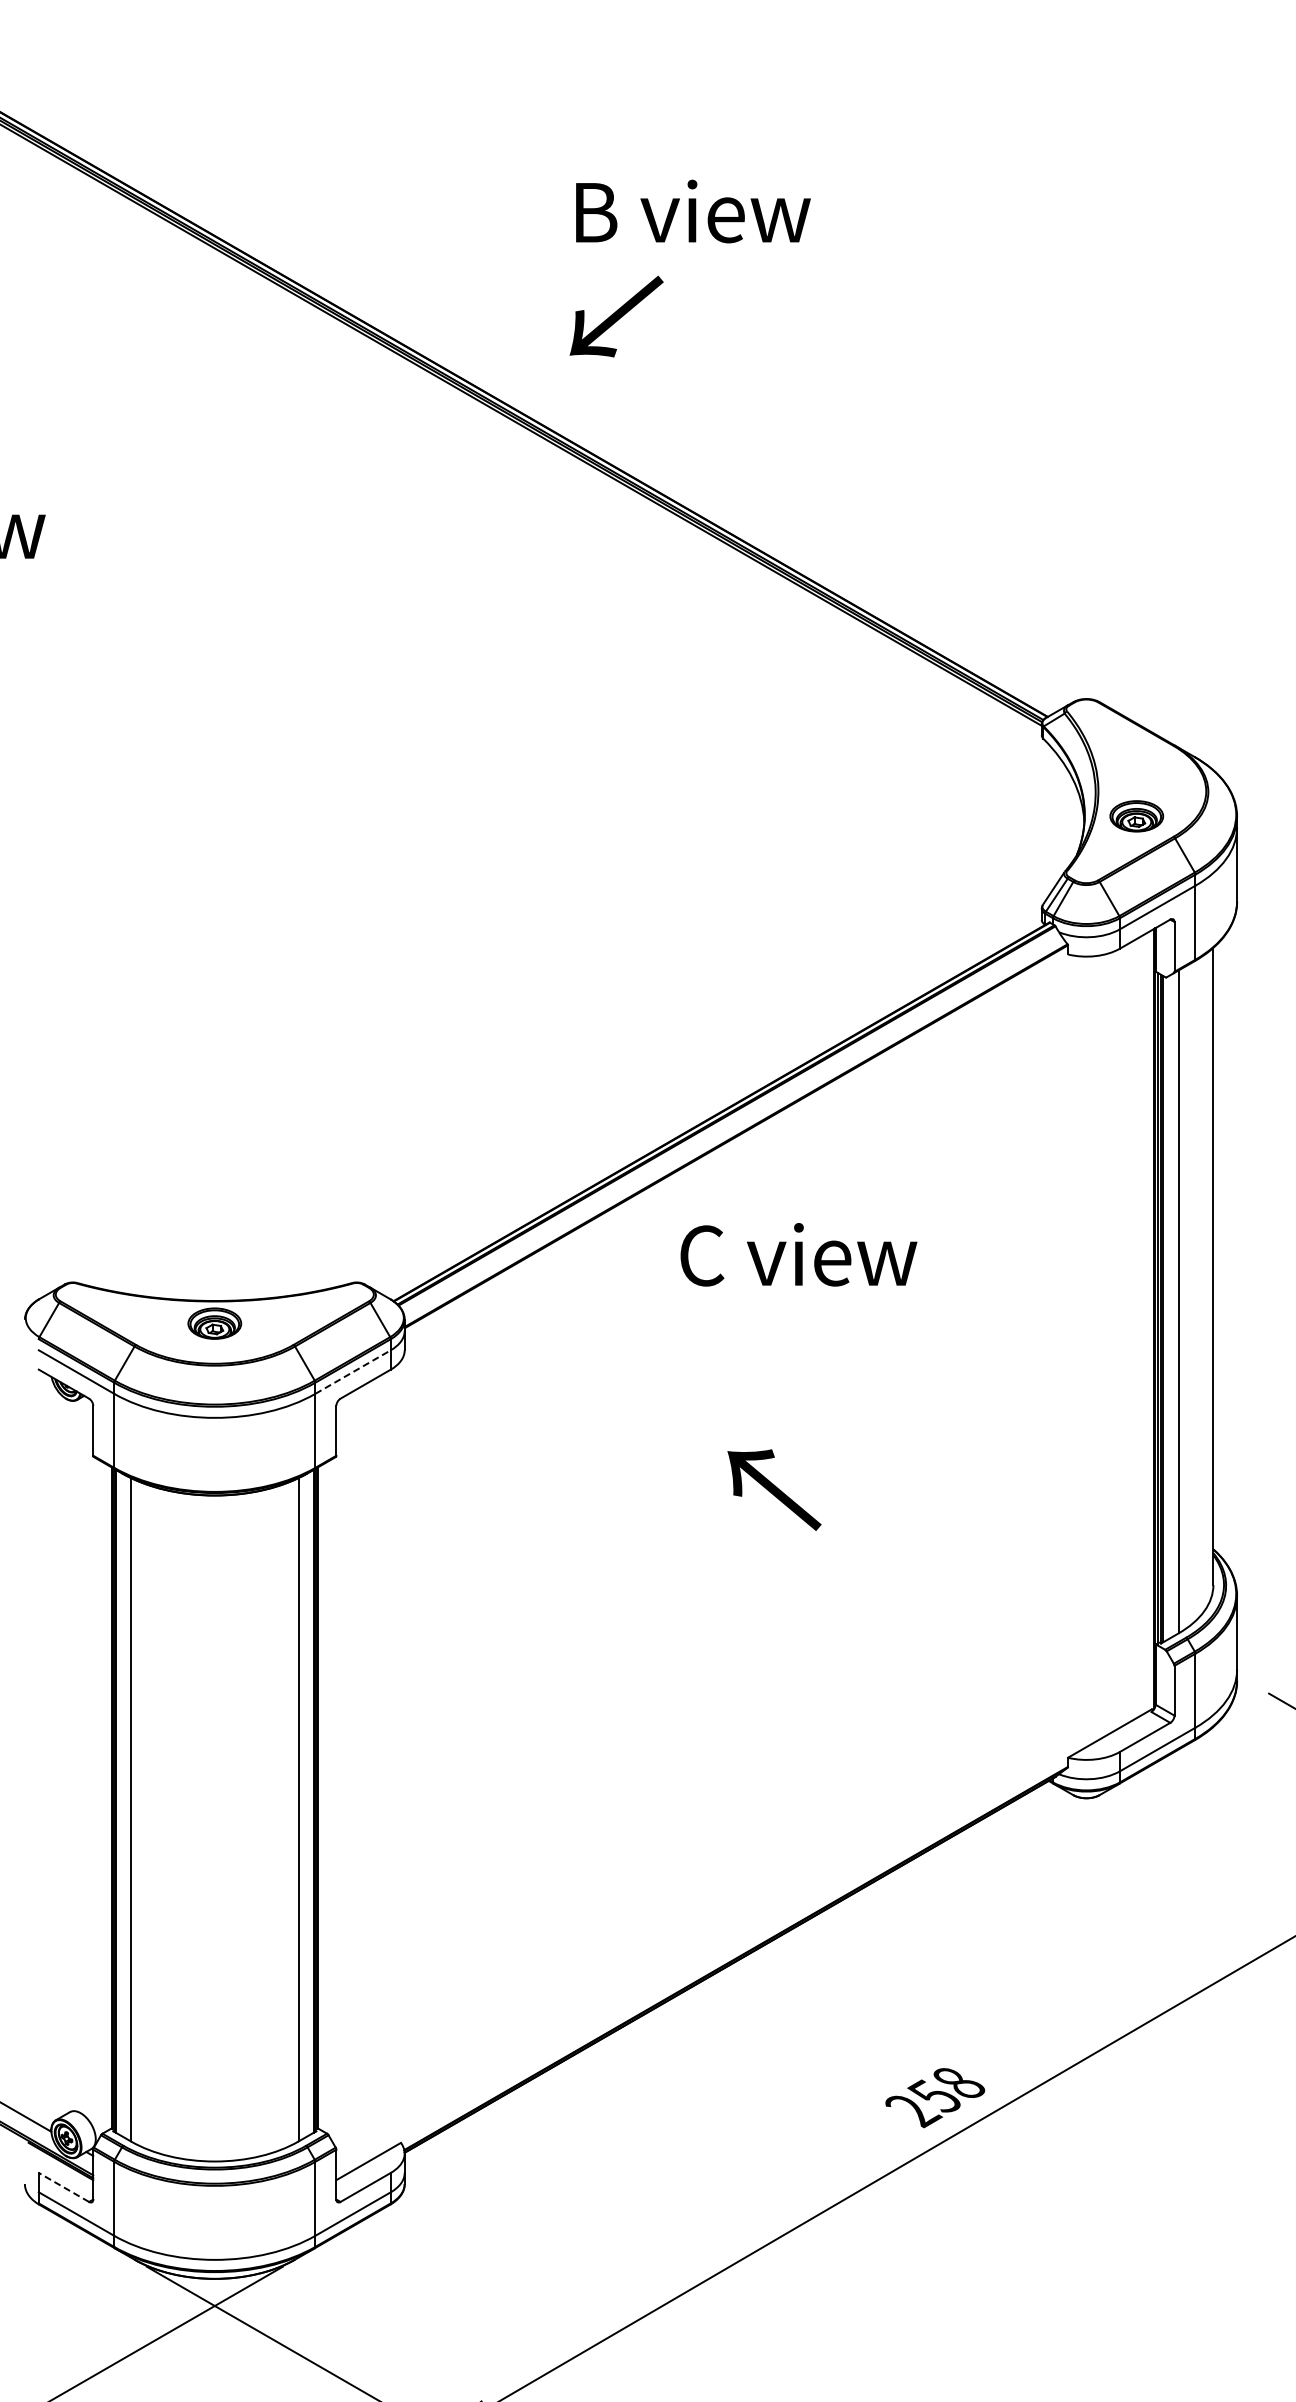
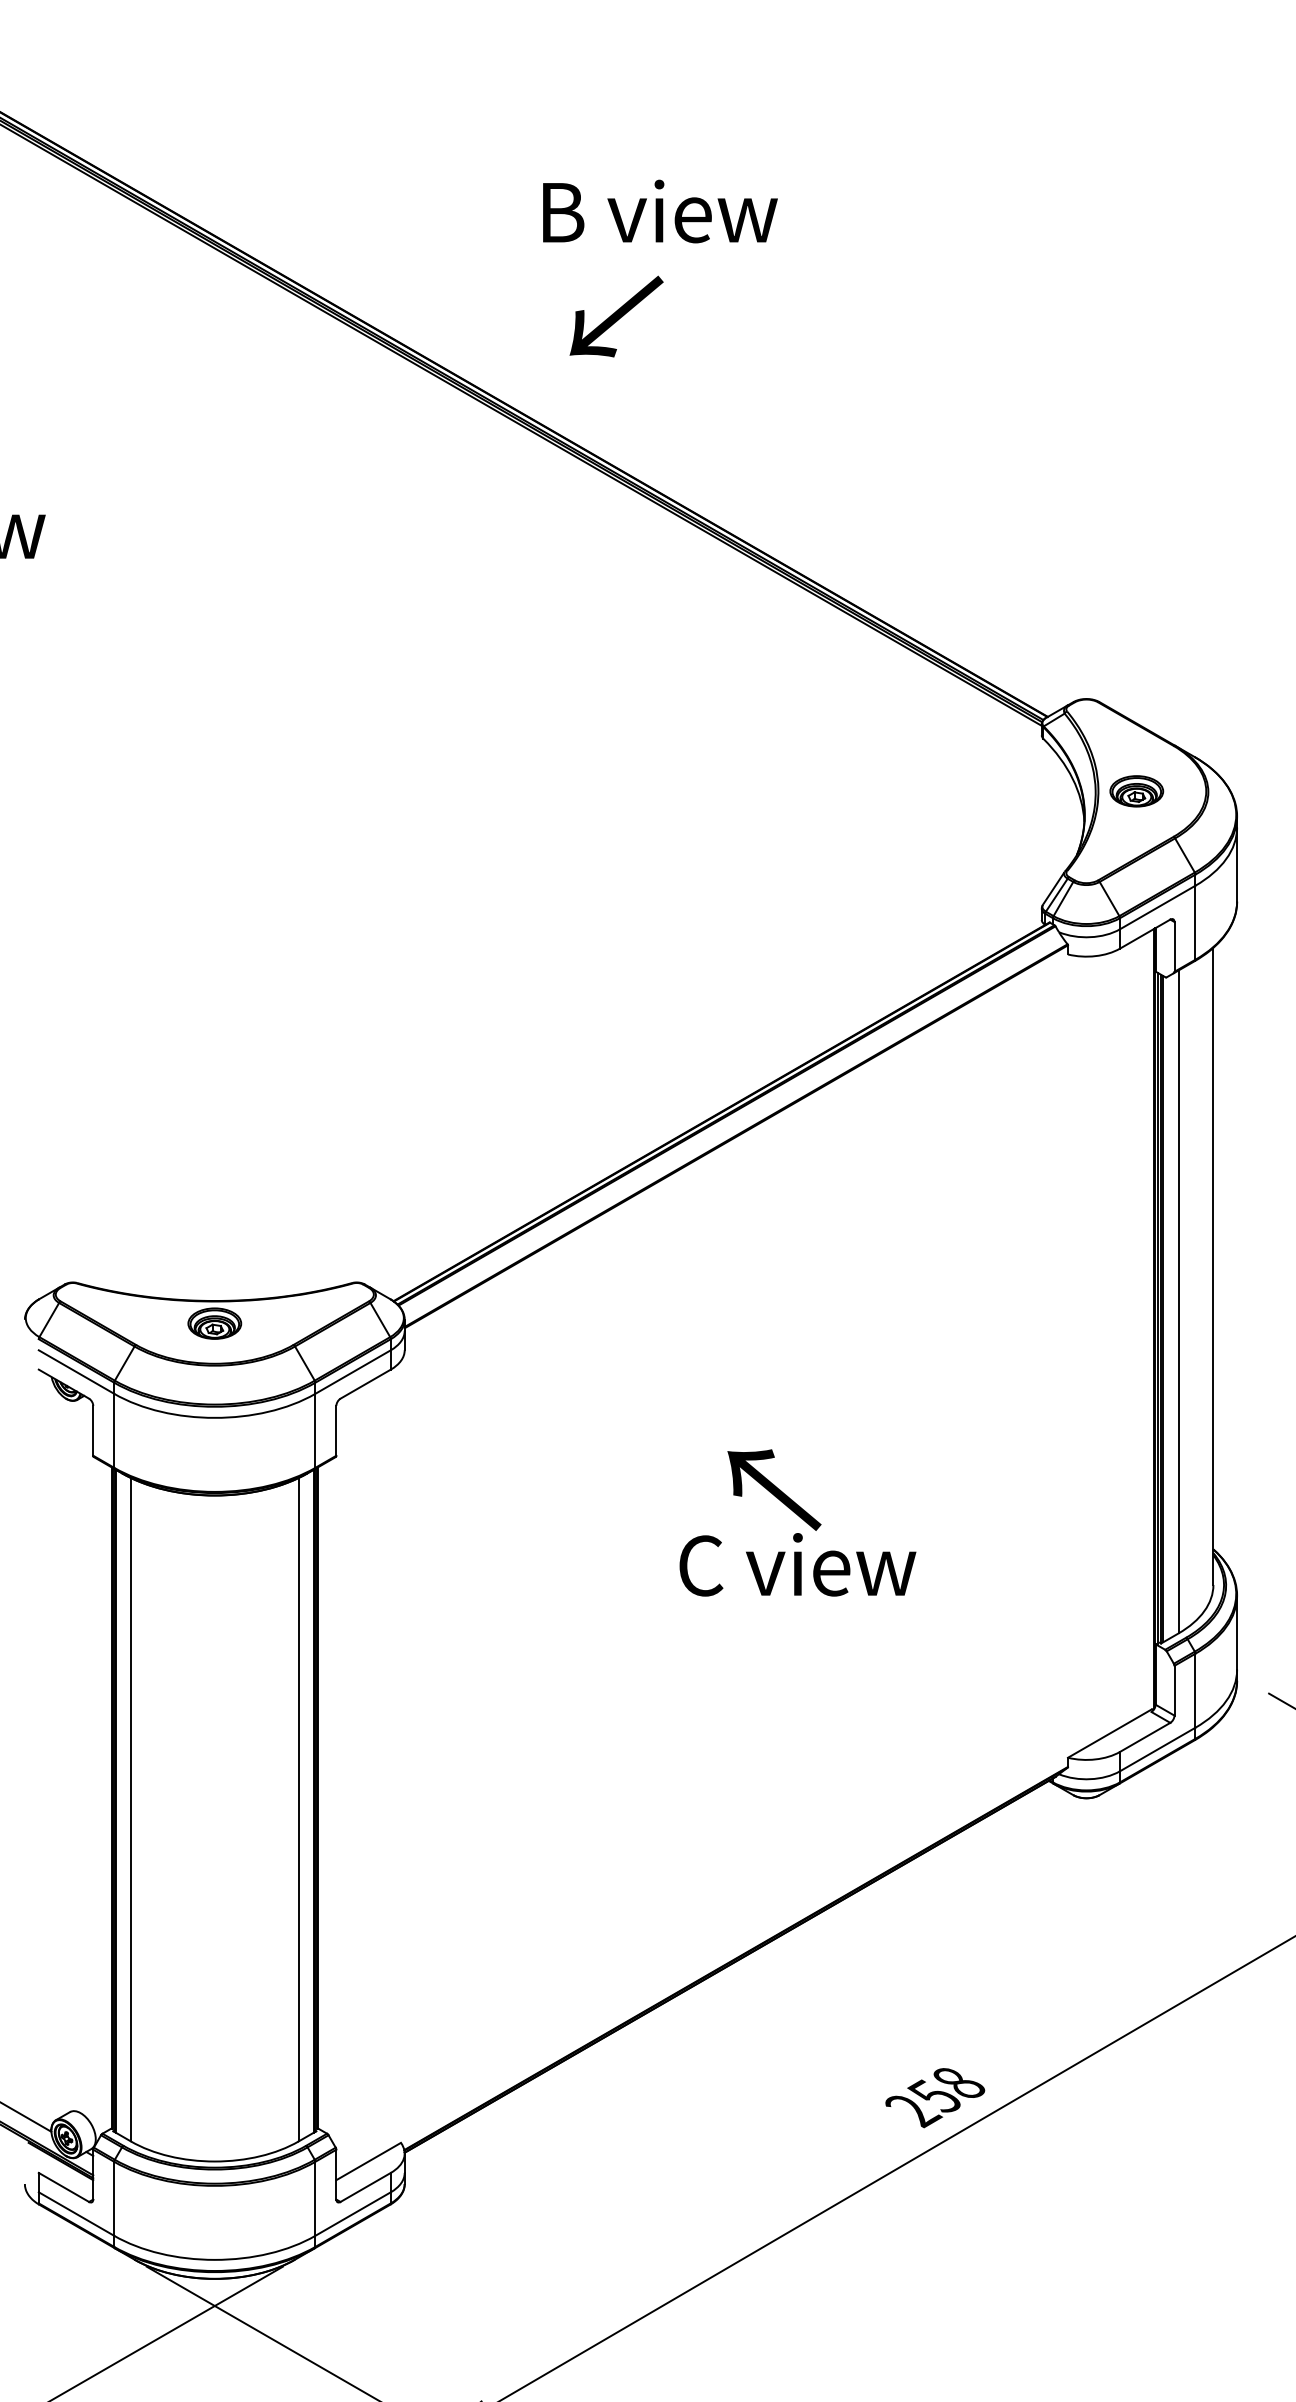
text at (693, 211) position: (693, 211) -> (660, 211)
part at (1136, 816) position: (1136, 816) -> (1136, 791)
text at (798, 1254) position: (798, 1254) -> (797, 1564)
line at (353, 1372): dashed -> solid
line at (63, 2187): dashed -> solid
